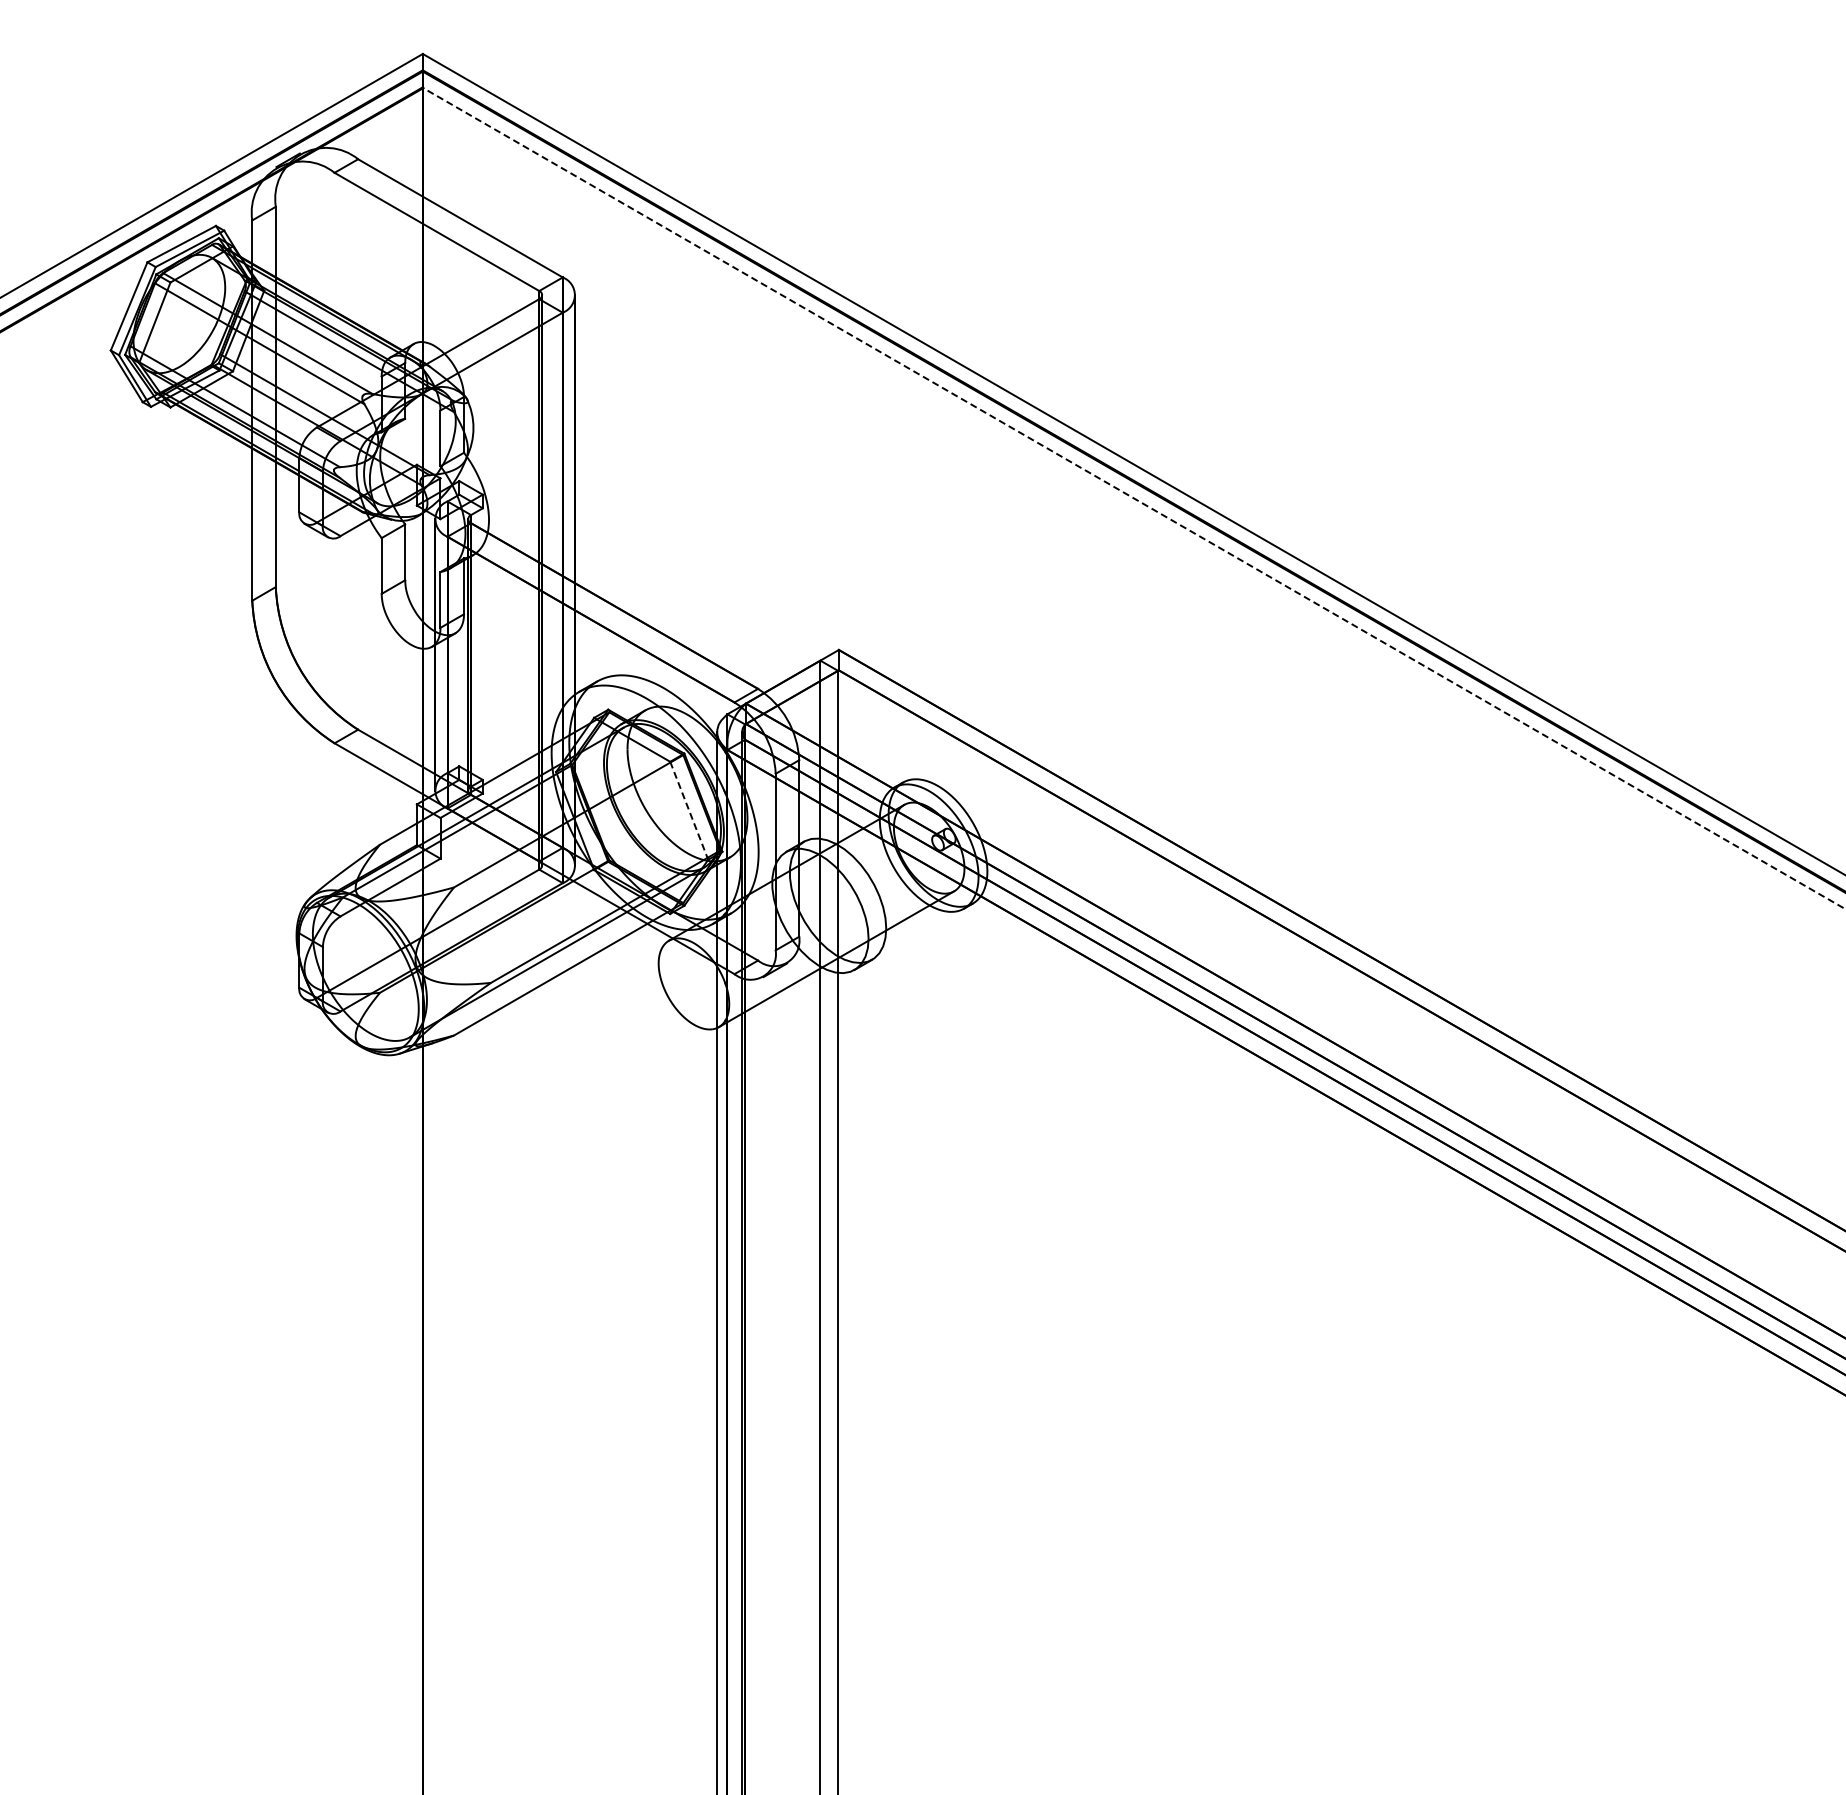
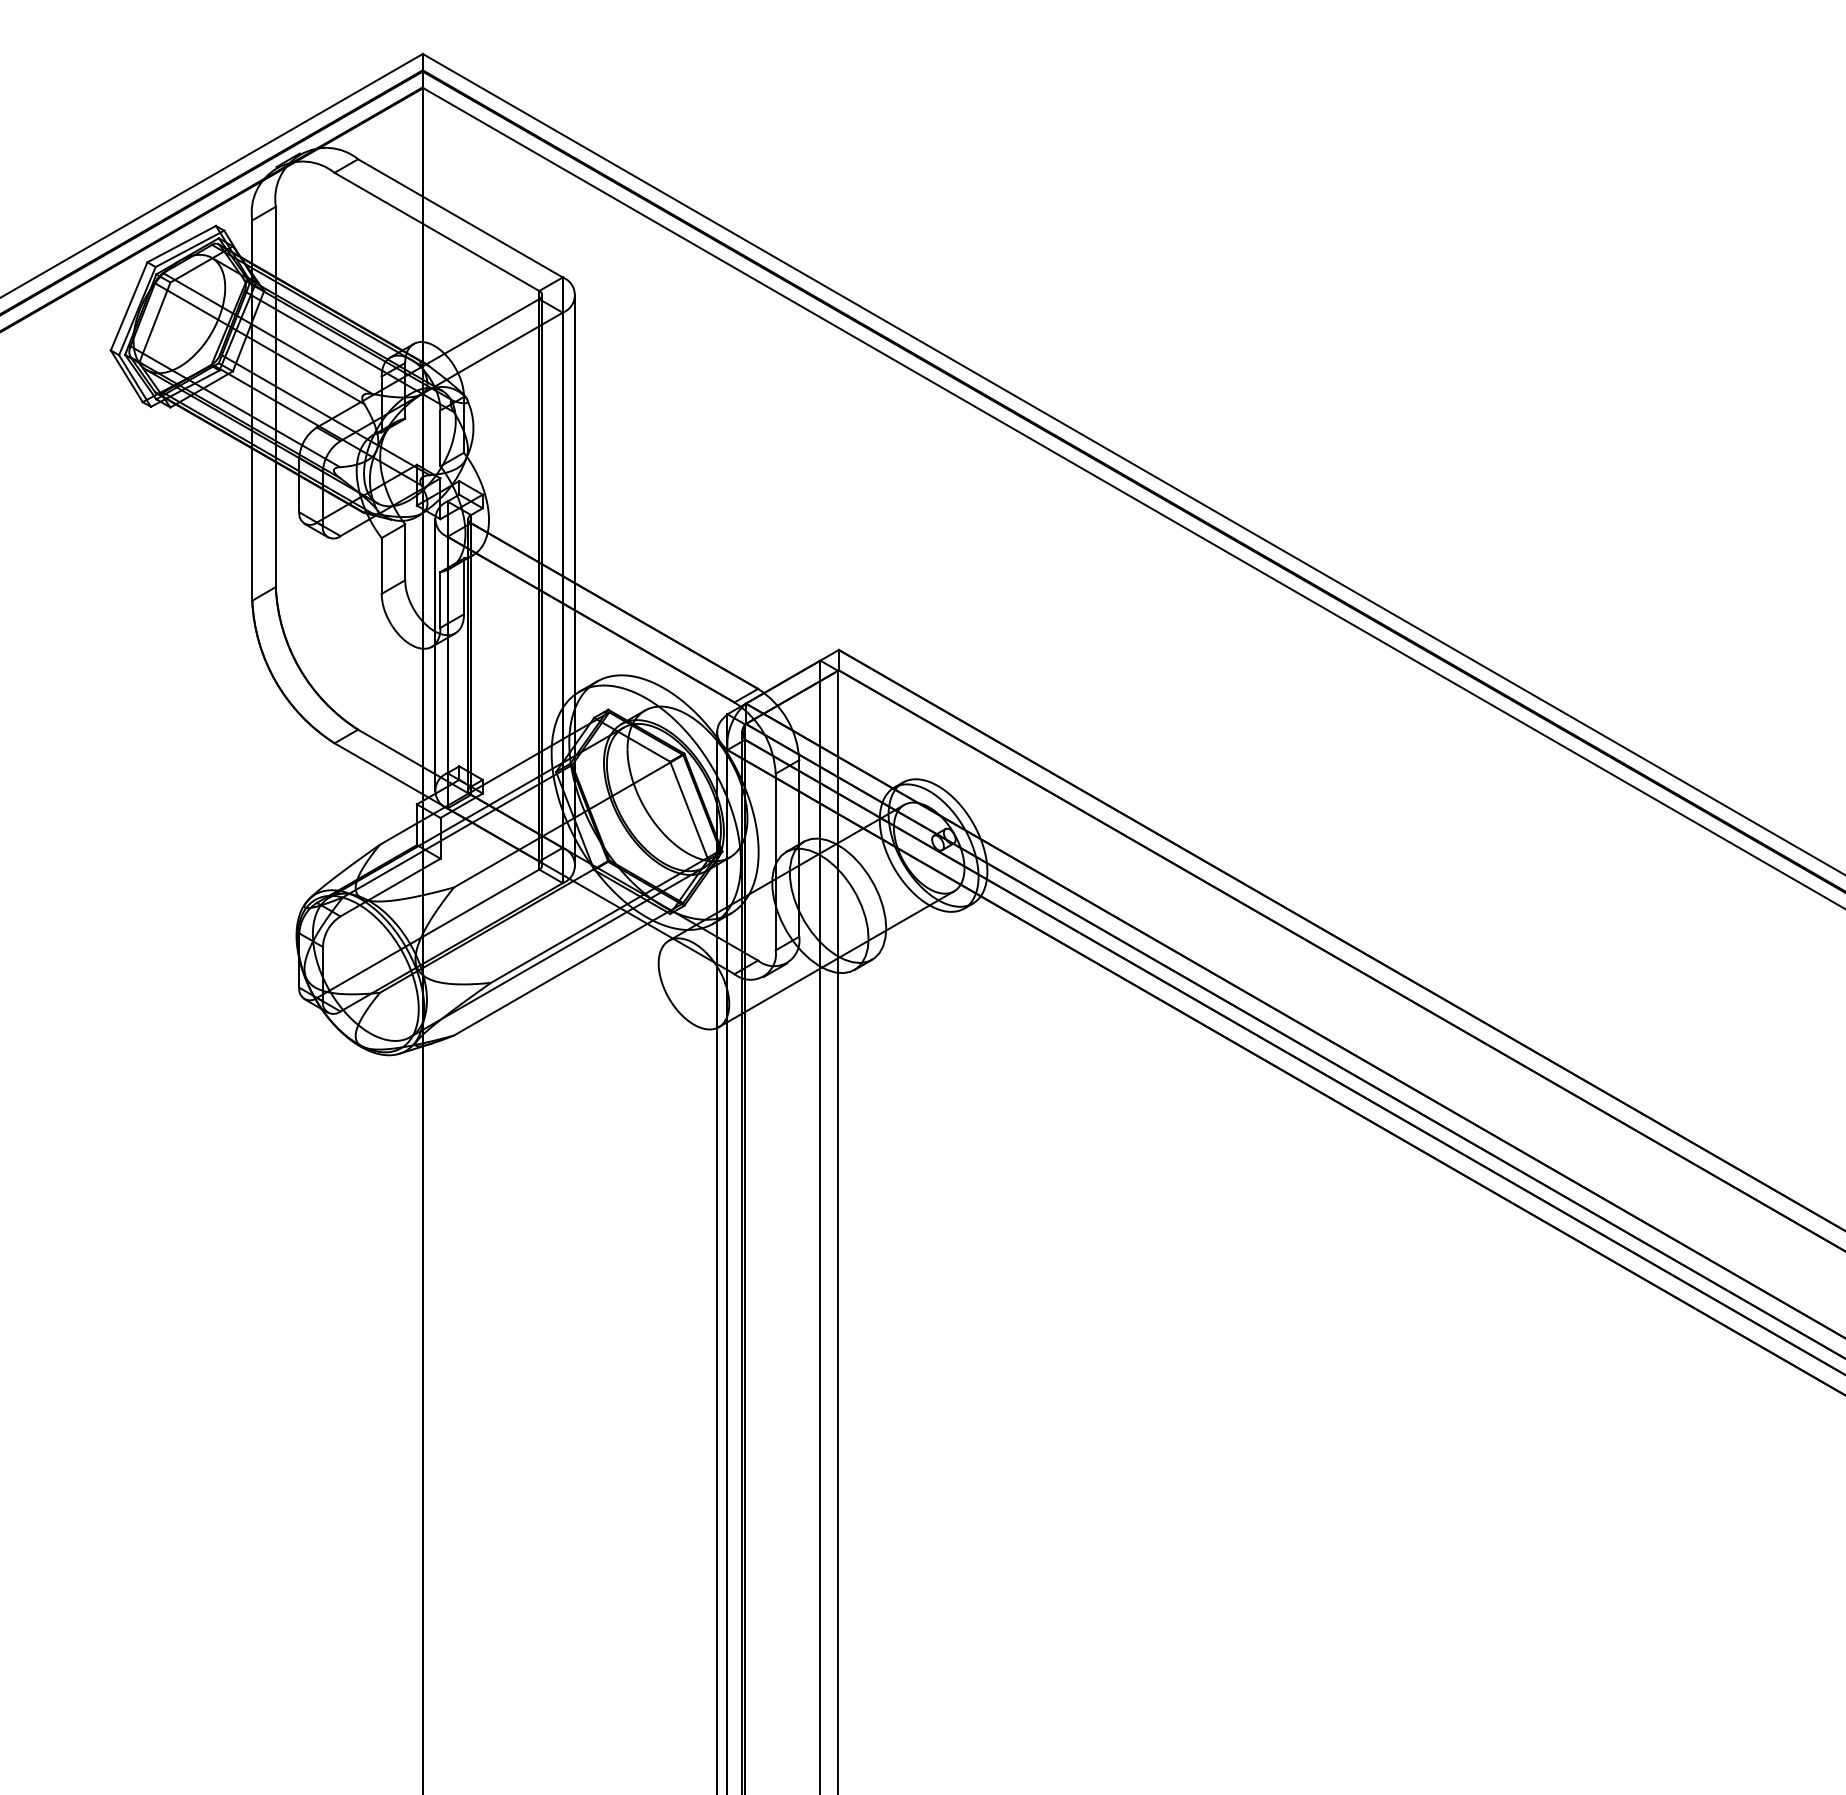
line at (1134, 498): dashed -> solid
line at (689, 810): dashed -> solid
